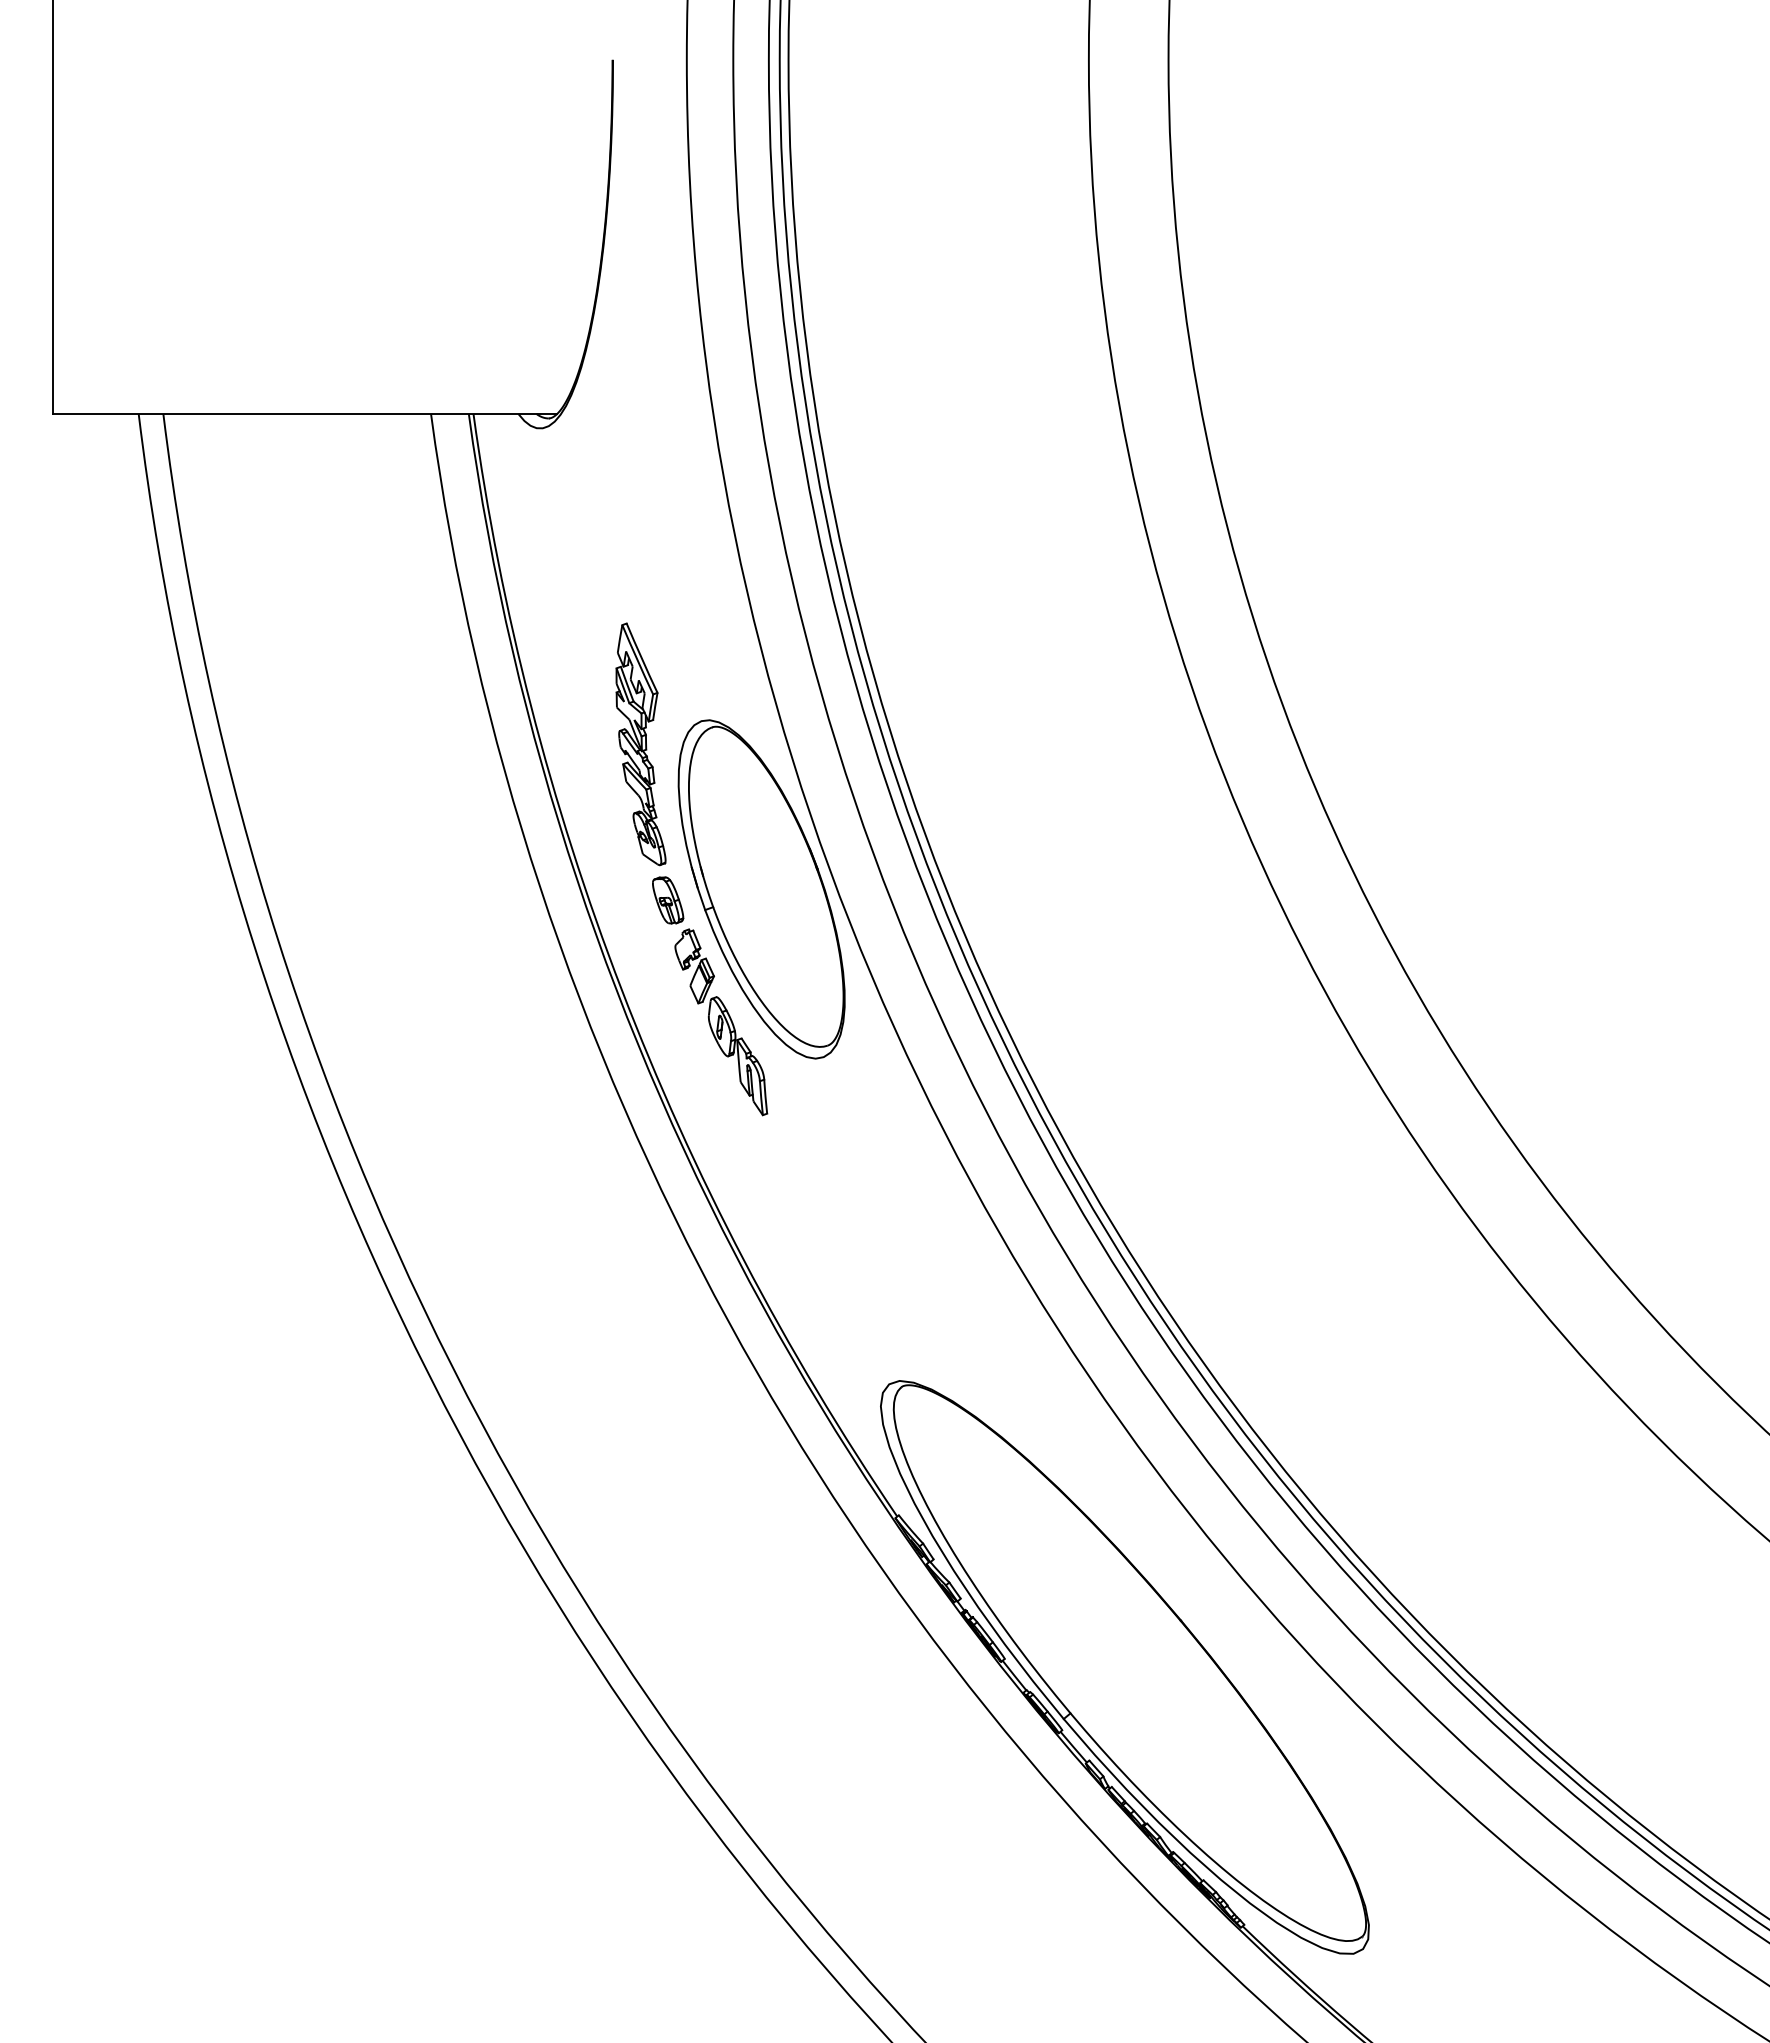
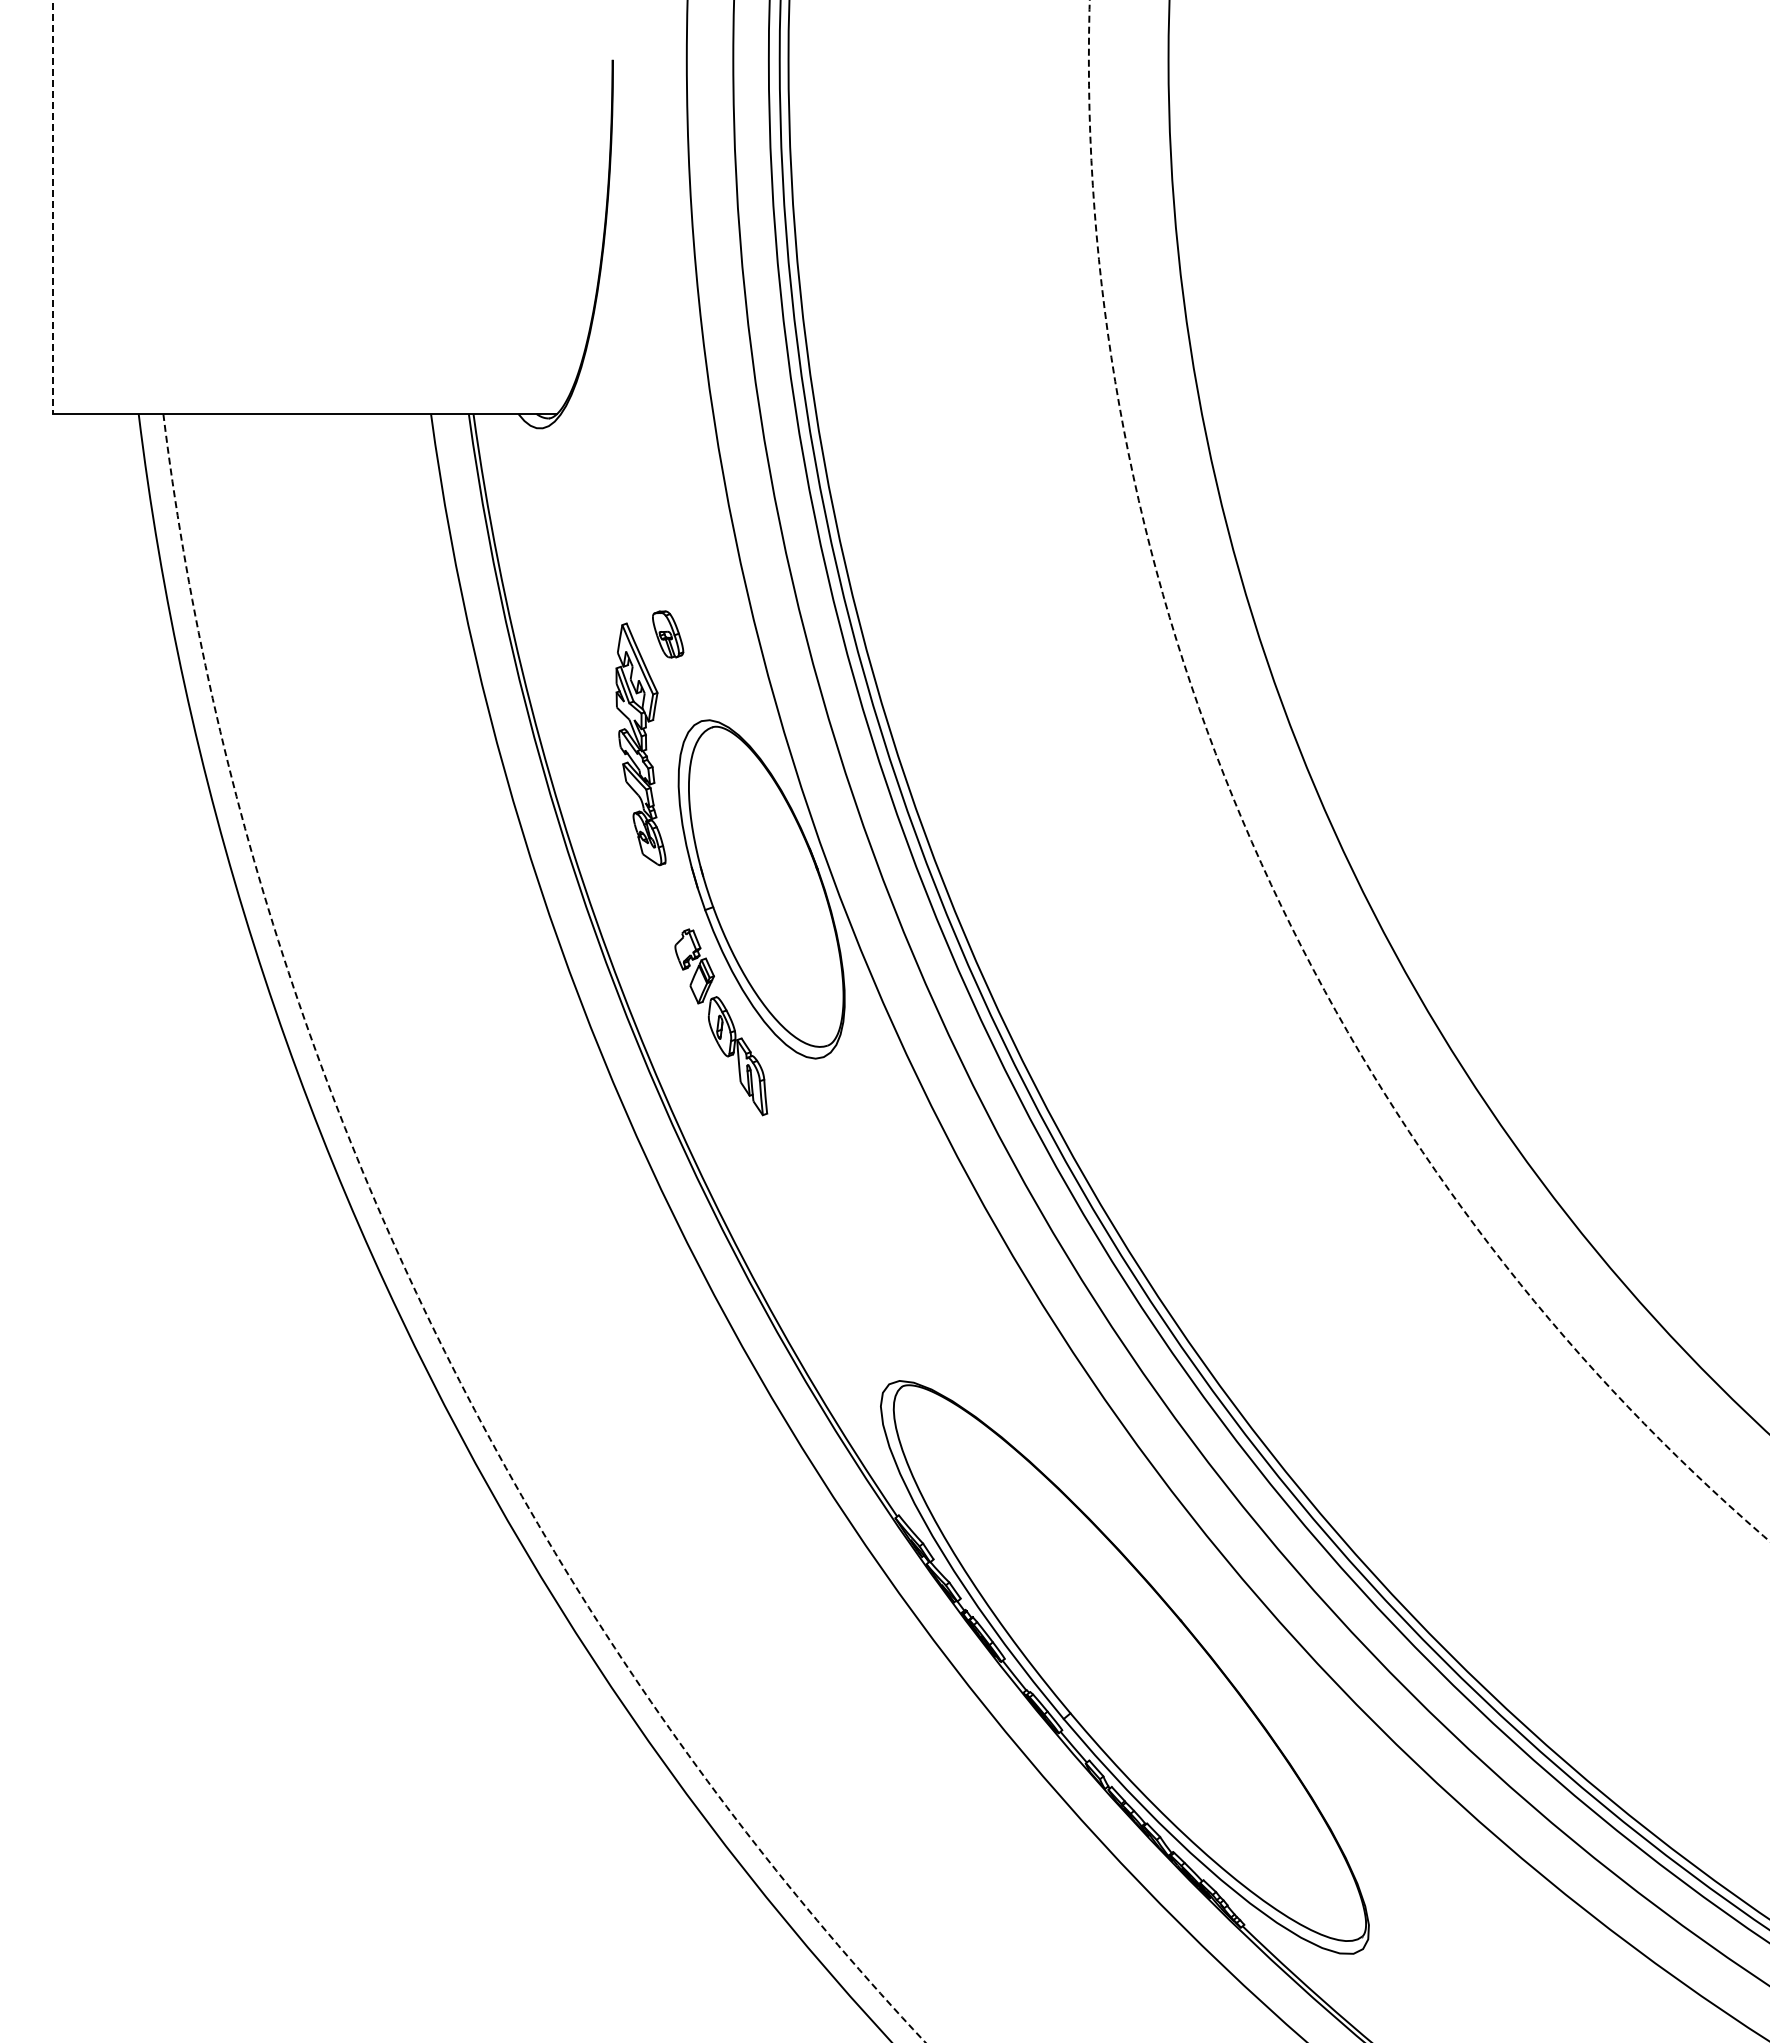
line at (53, 207): solid -> dashed
circle at (1428, 770): solid -> dashed
part at (668, 900) position: (668, 900) -> (668, 634)
arc at (415, 1291): solid -> dashed
